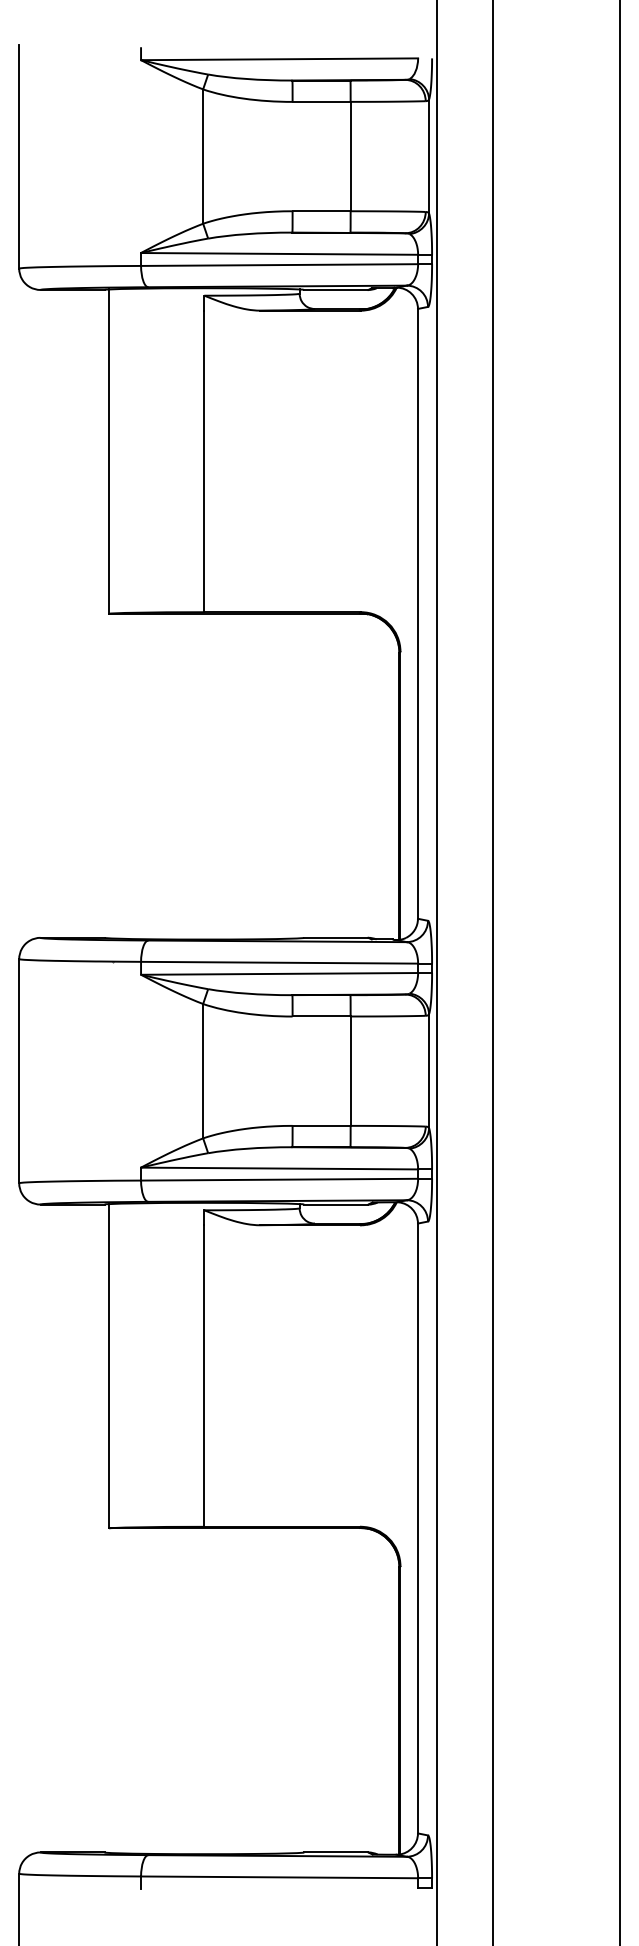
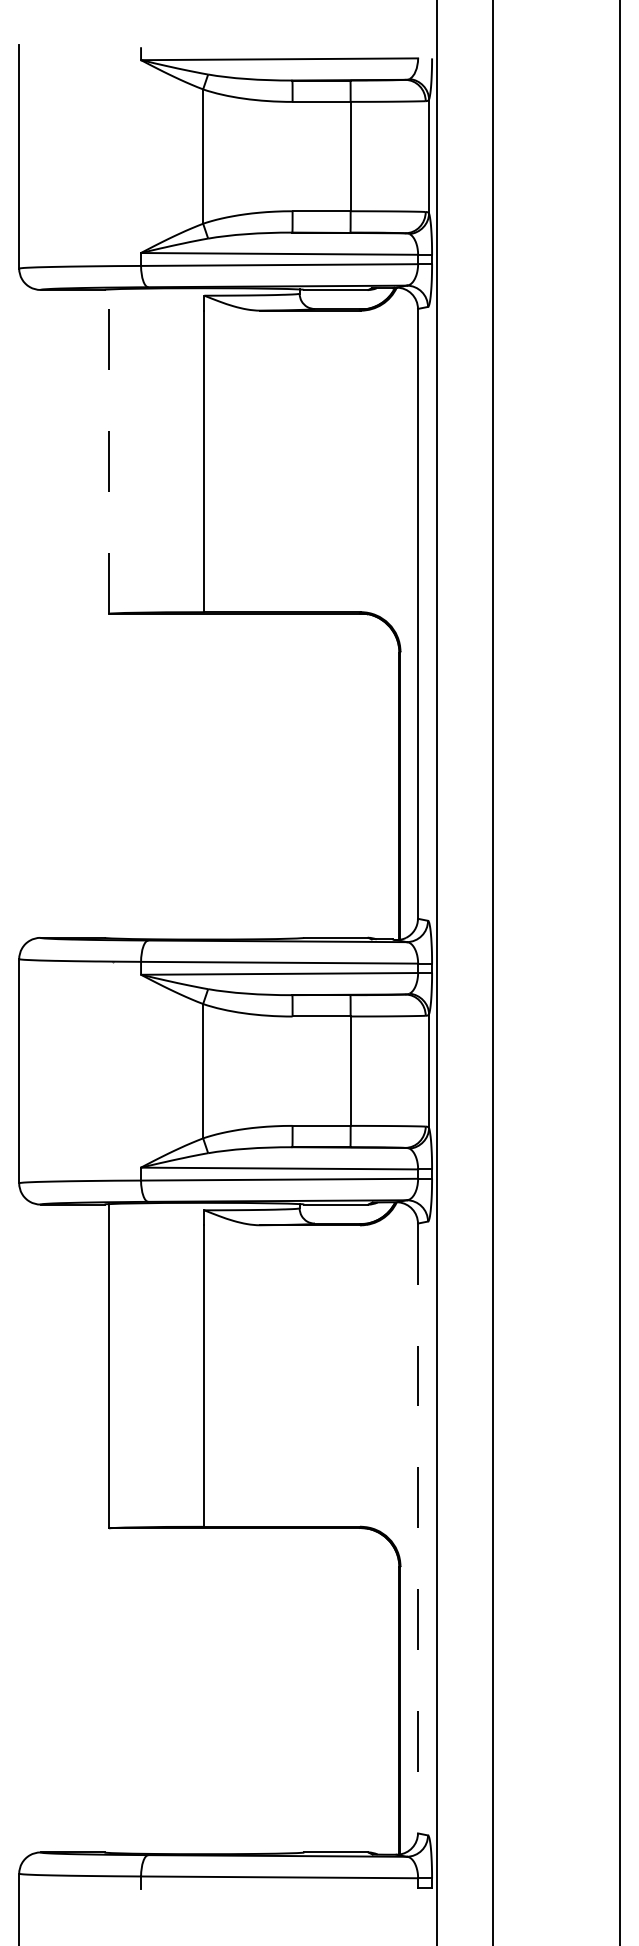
line at (109, 451): solid -> dashed
line at (418, 1528): solid -> dashed
